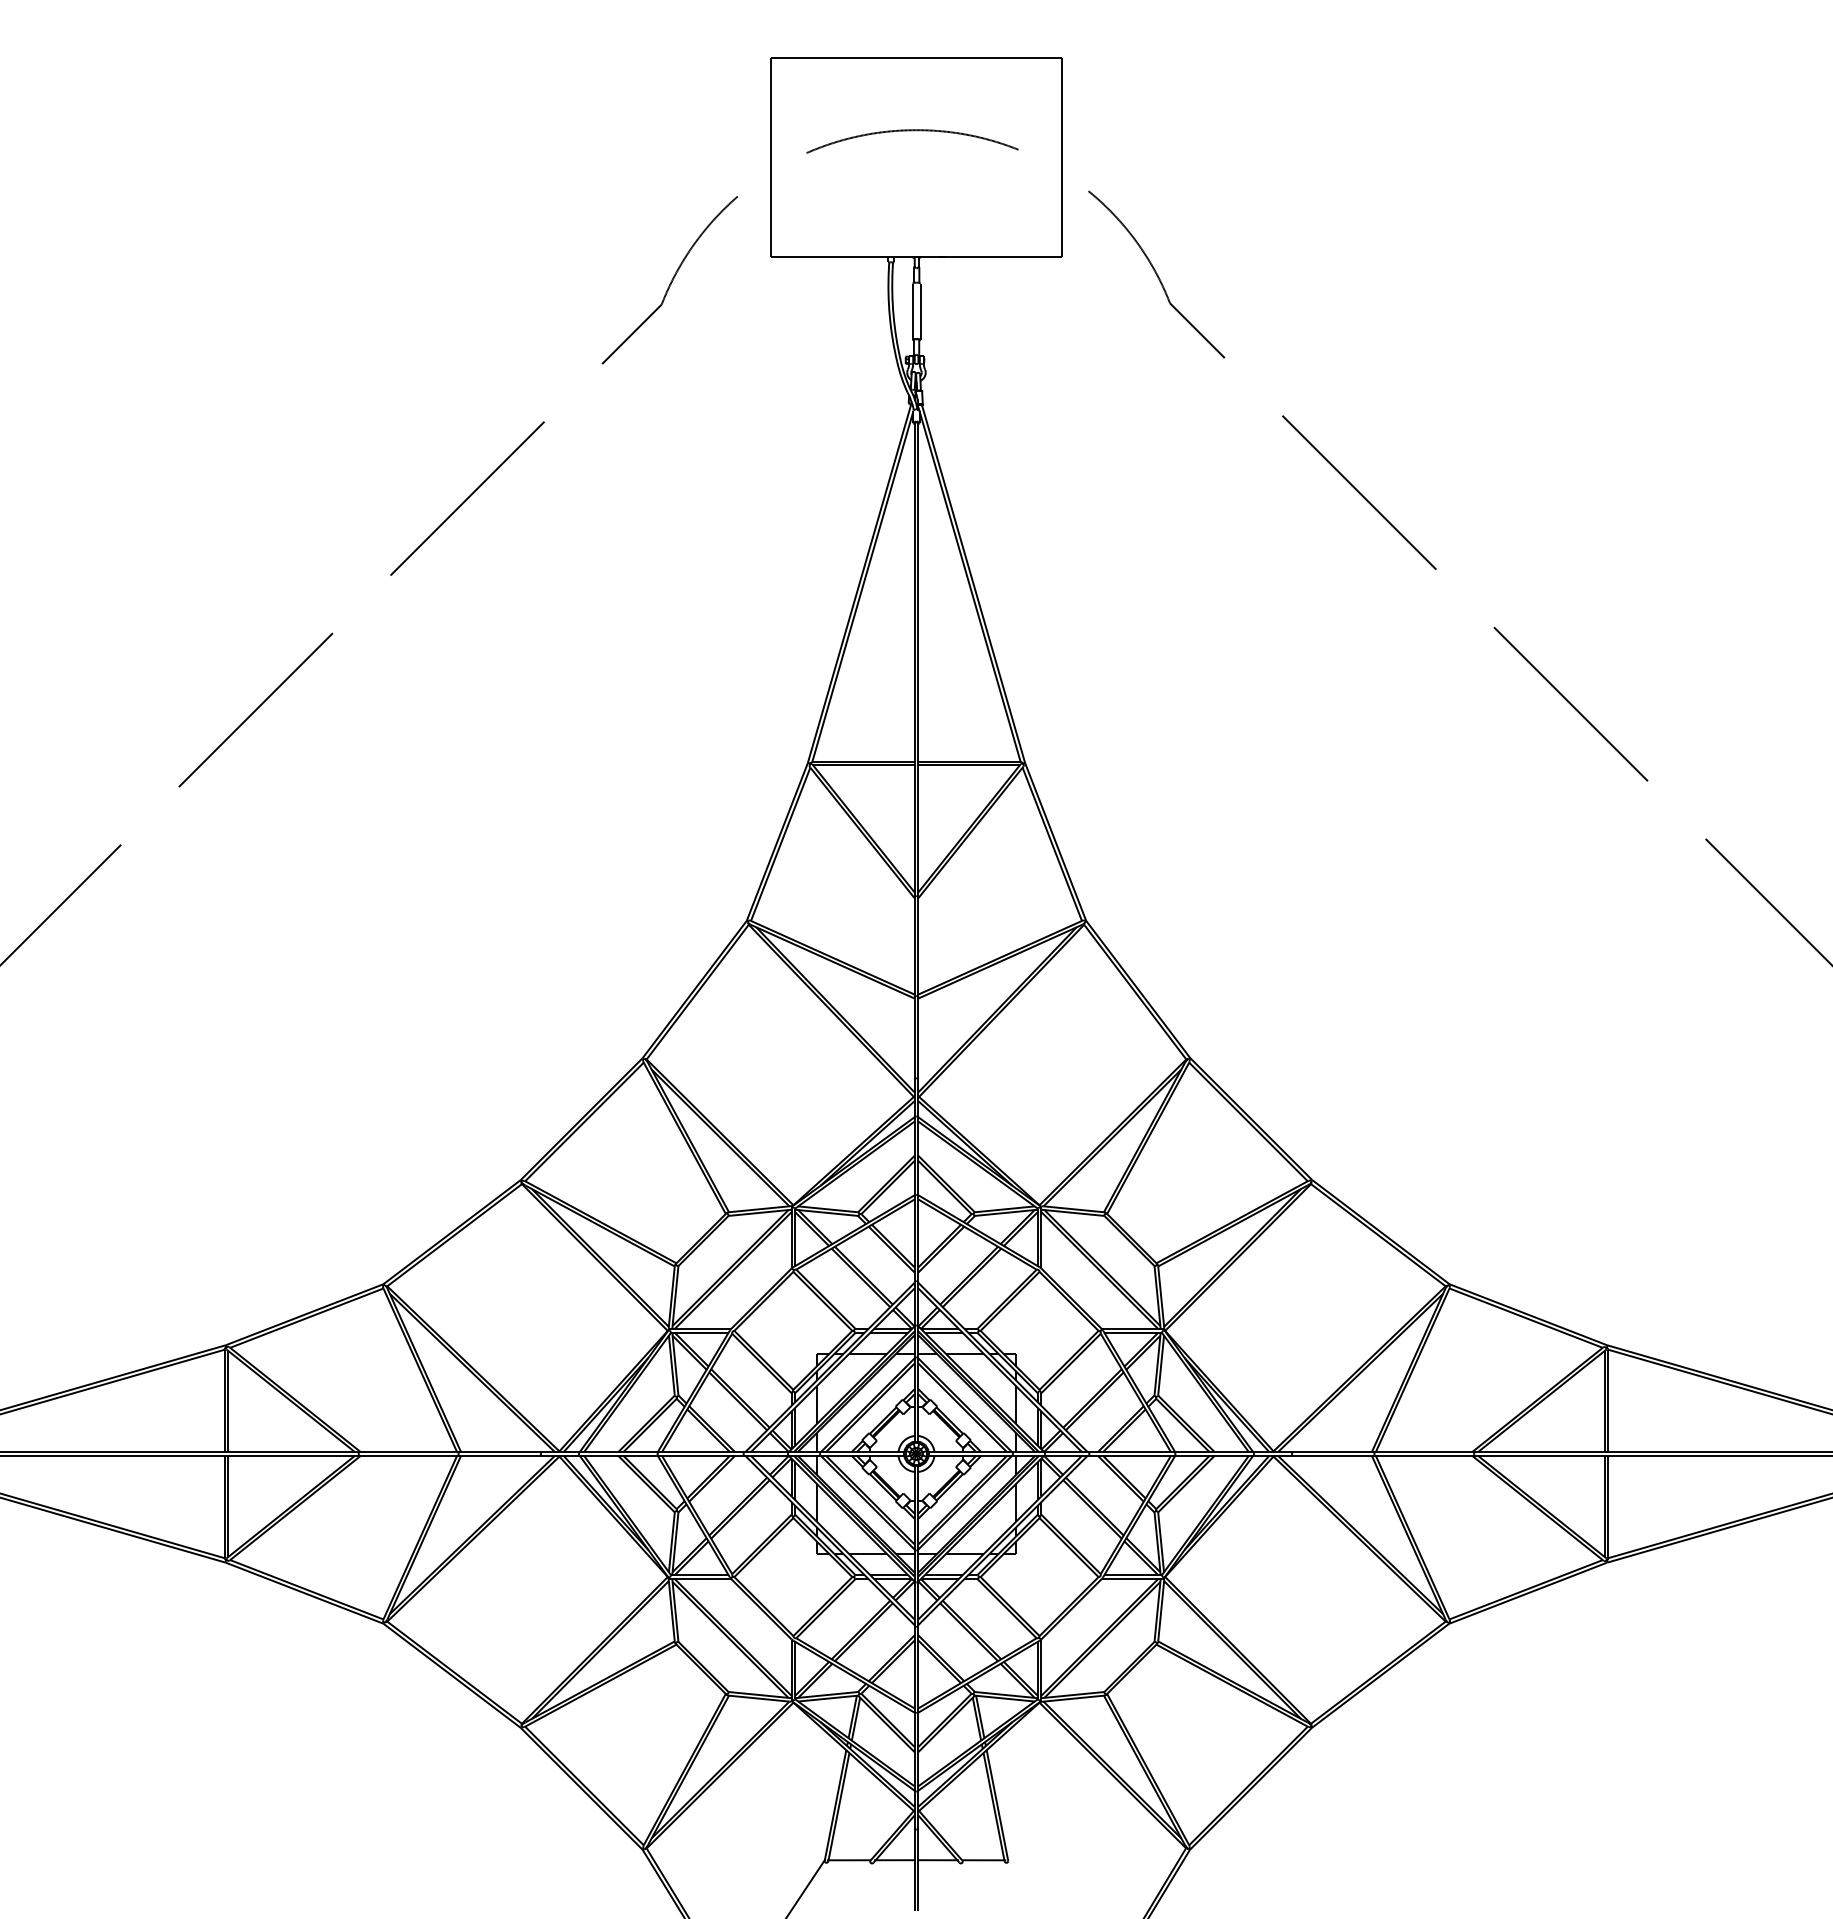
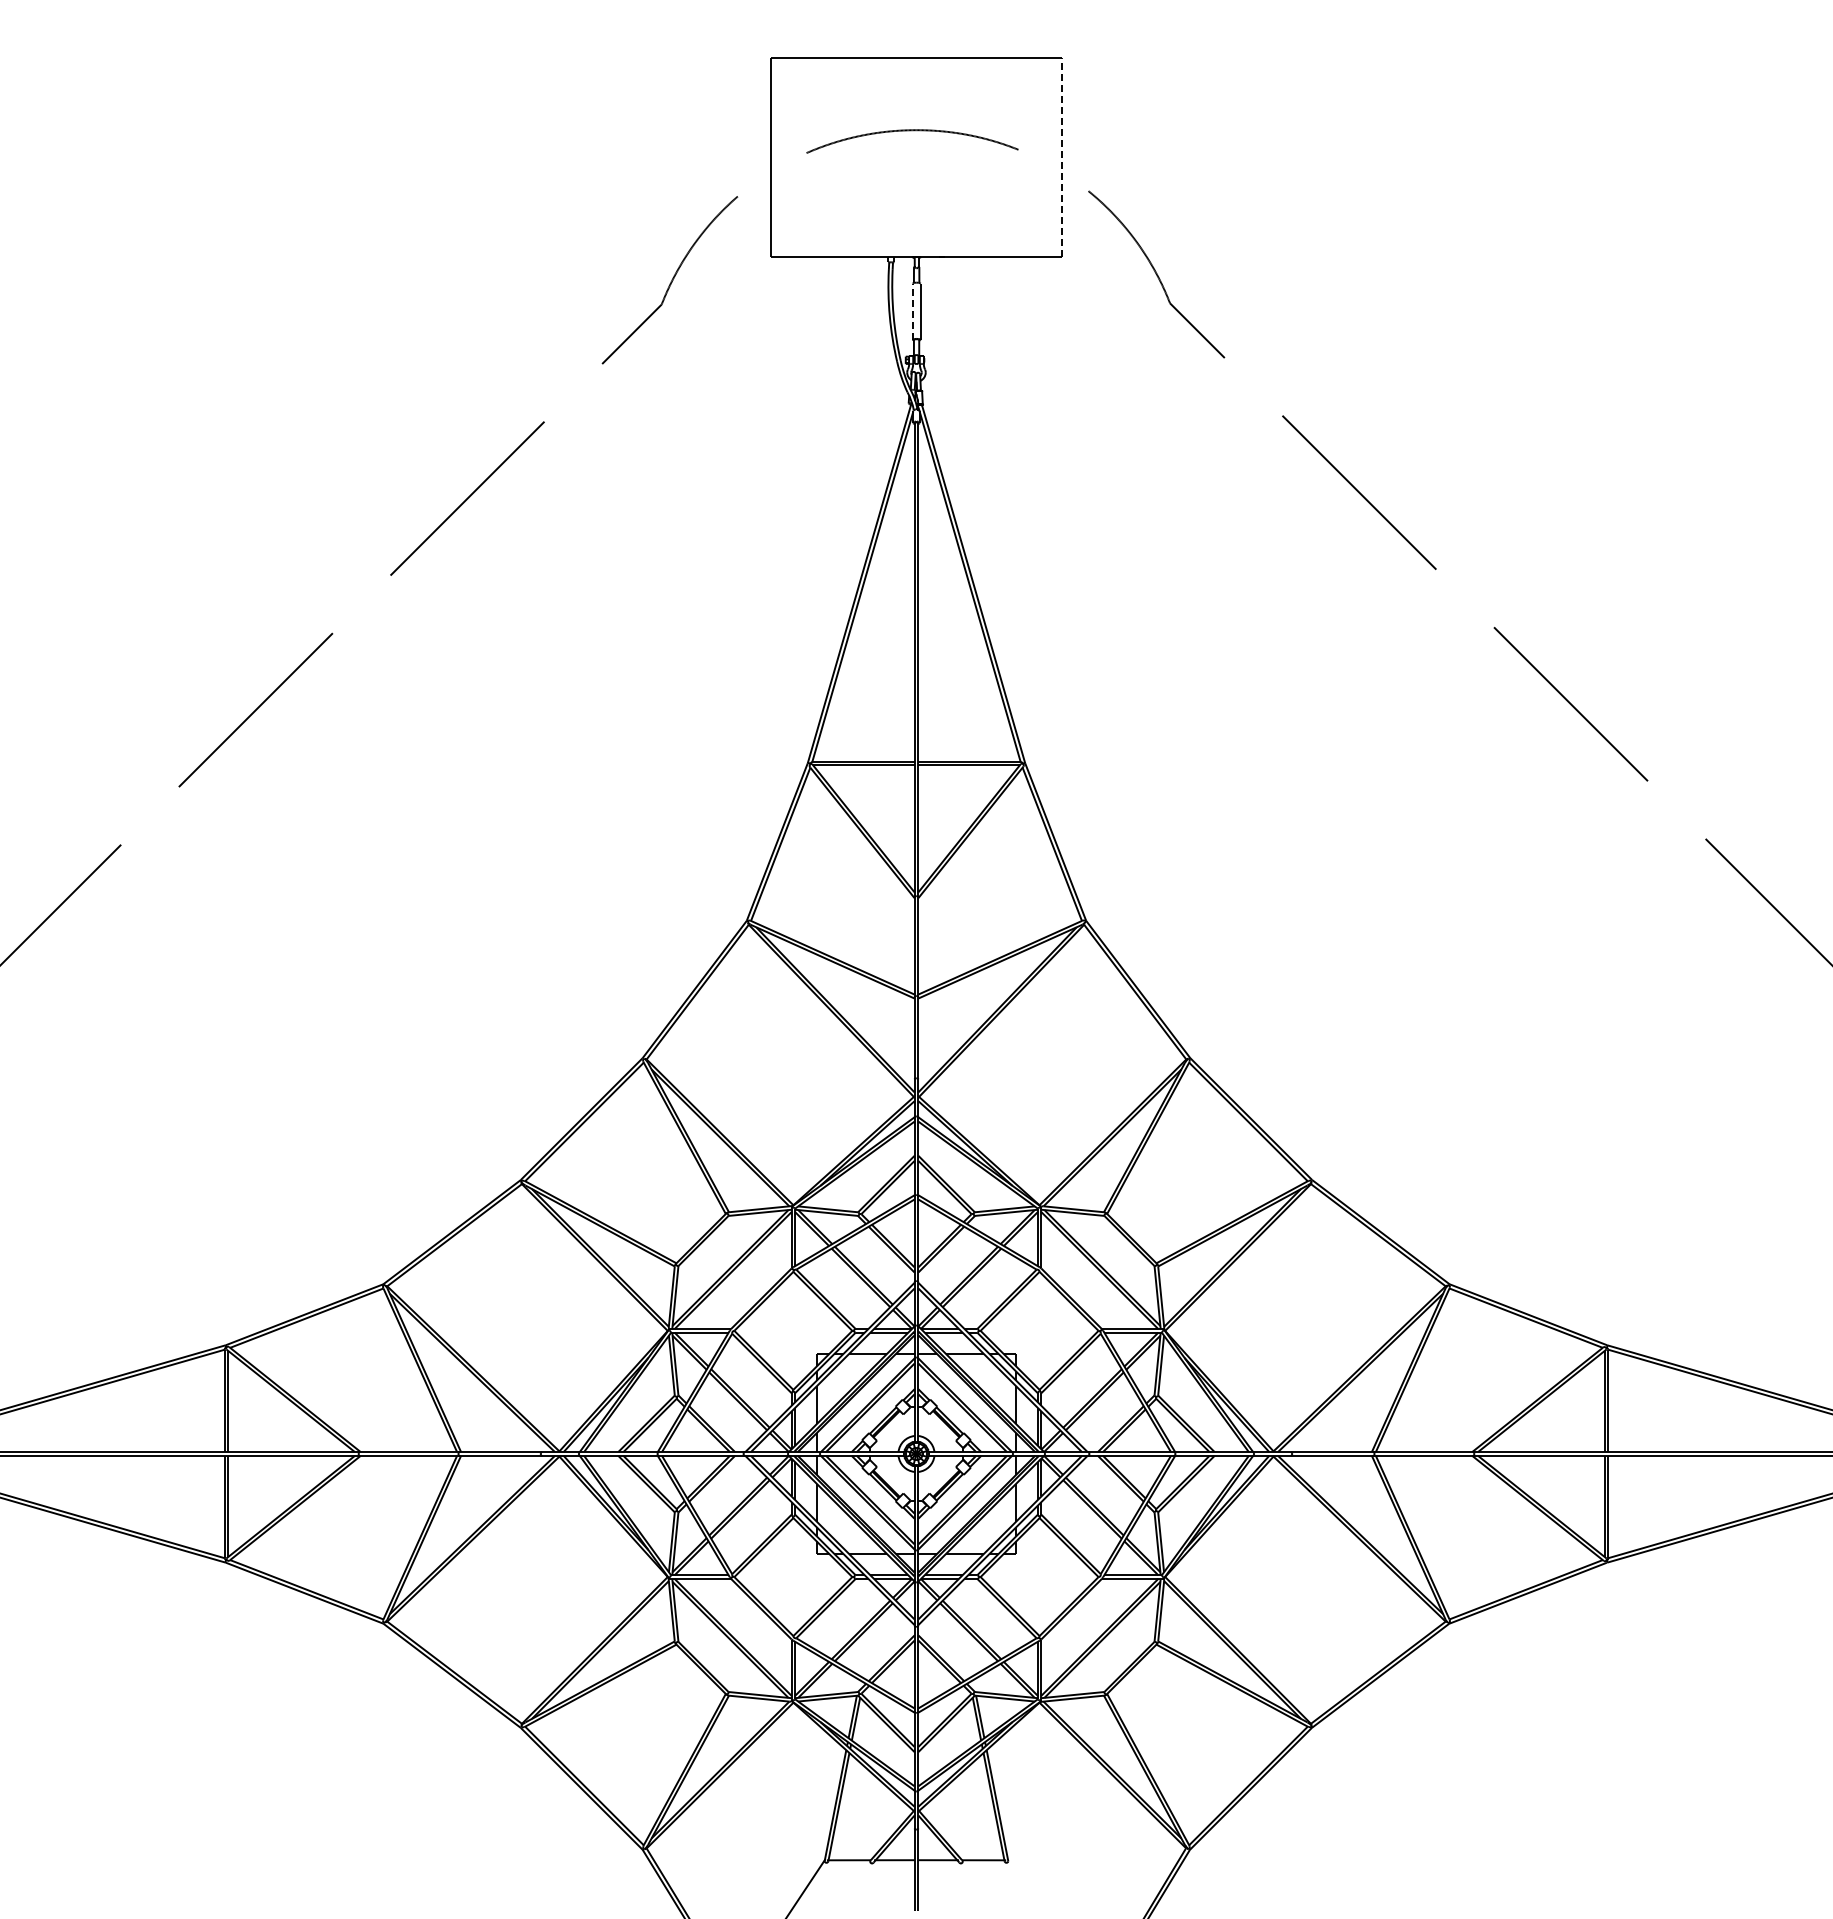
line at (1061, 157): solid -> dashed
line at (912, 311): solid -> dashed
